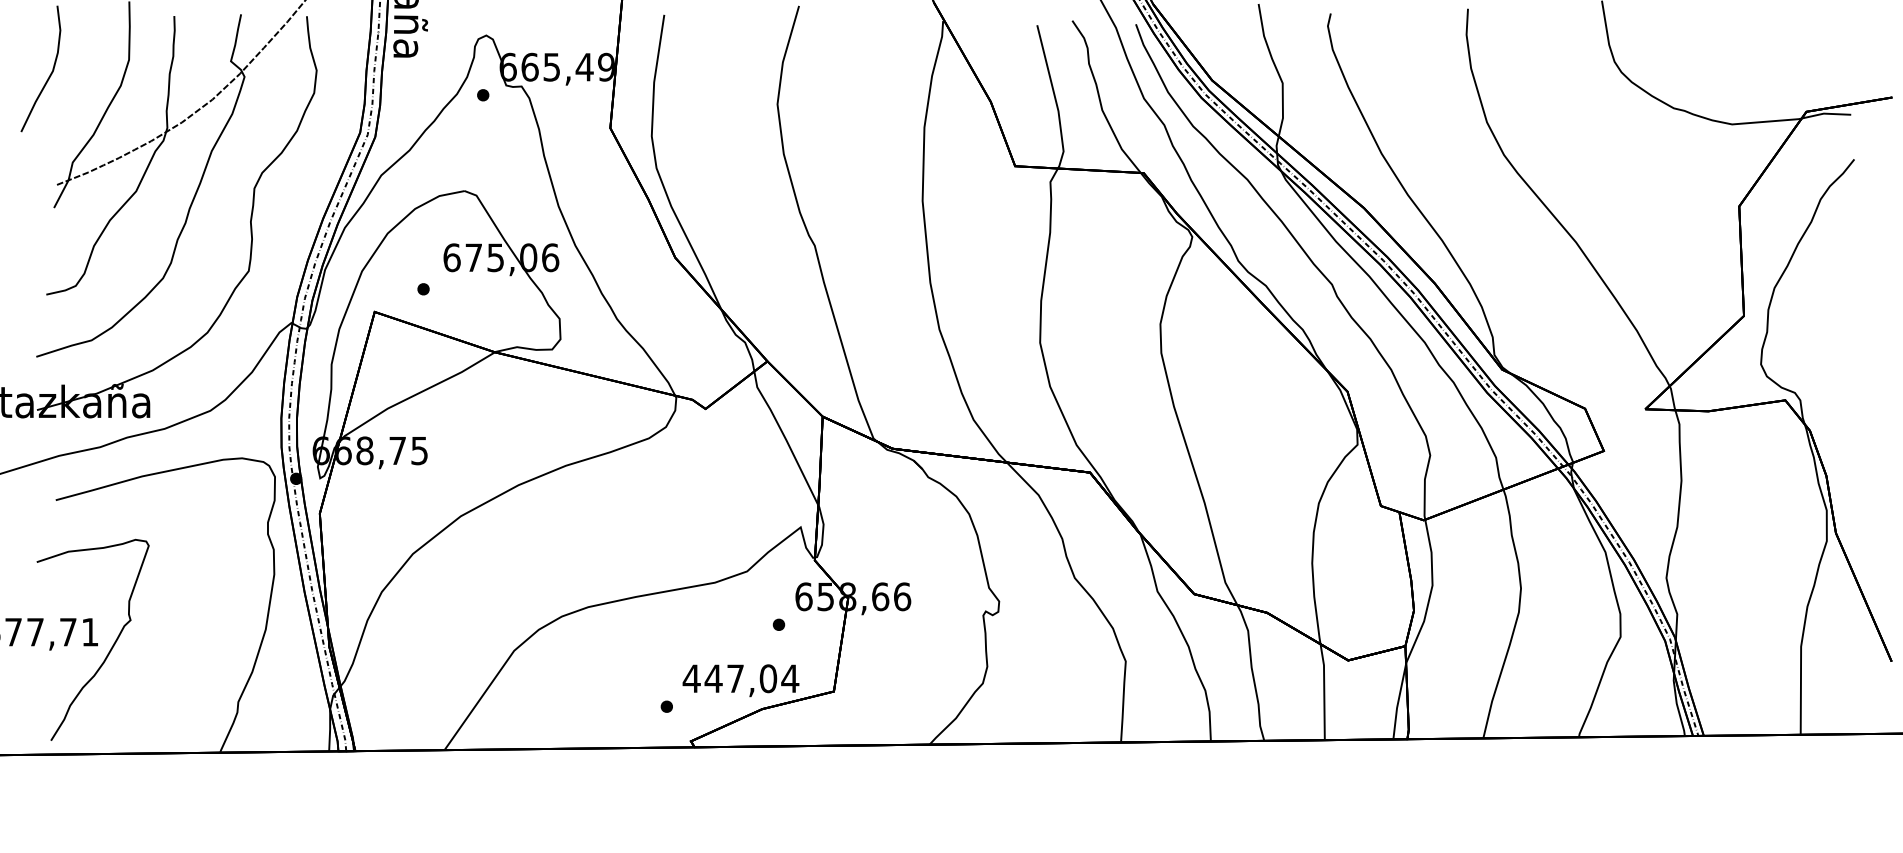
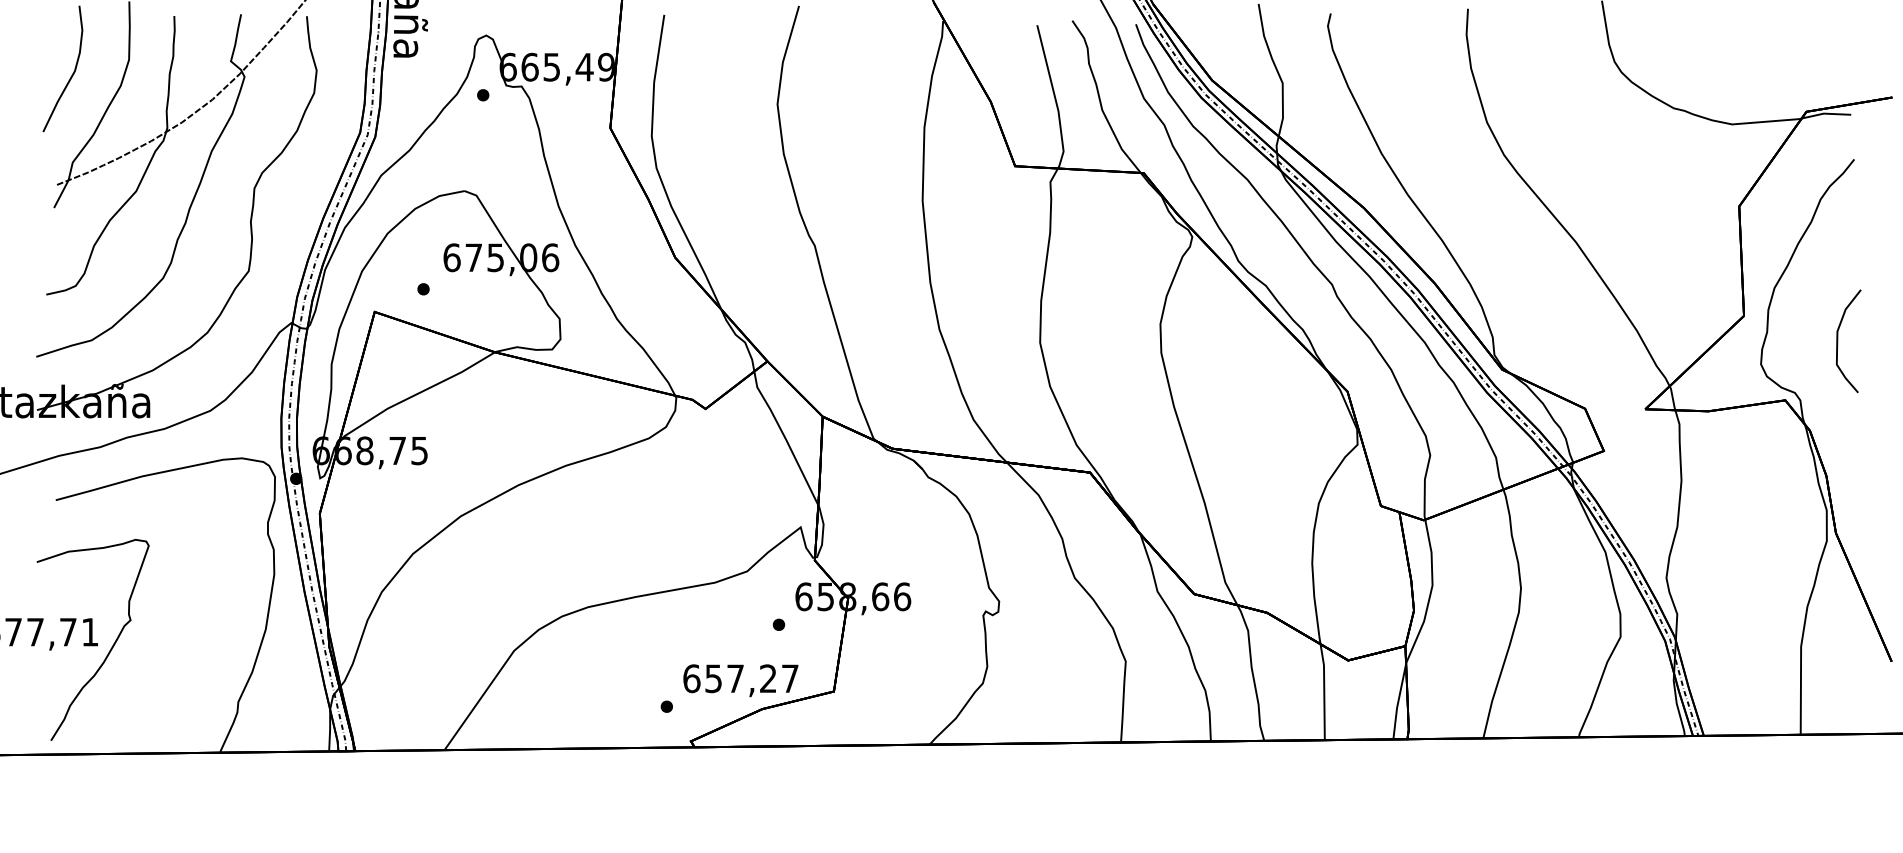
curve at (50, 73) position: (50, 73) -> (72, 73)
curve at (1838, 341): none -> present
text at (740, 678): 447,04 -> 657,27
